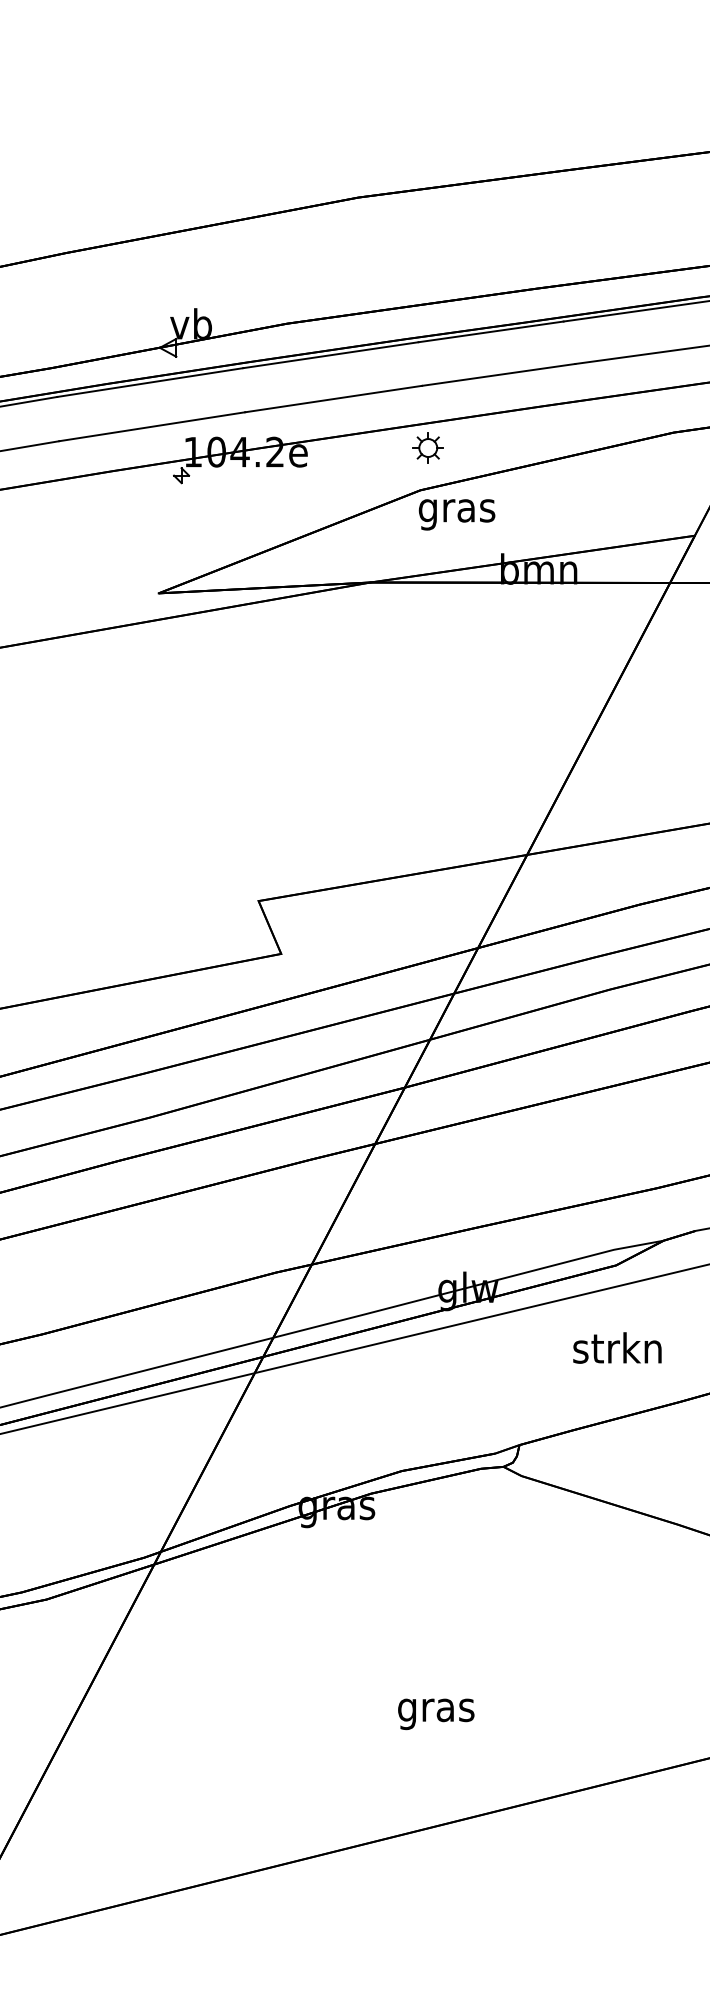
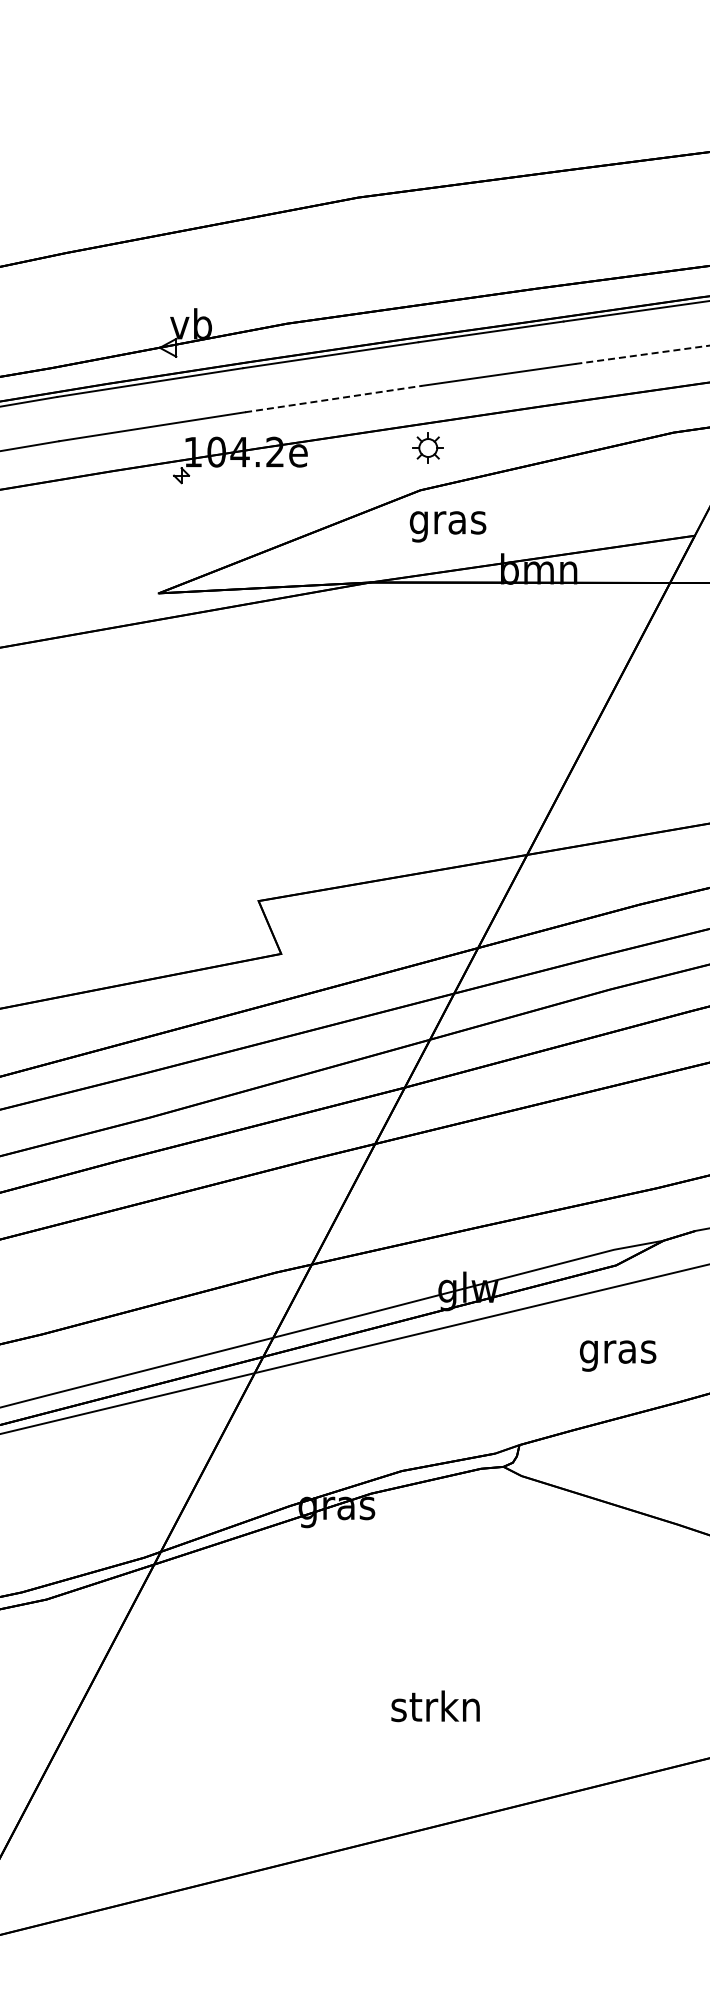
line at (642, 354): solid -> dashed
line at (334, 399): solid -> dashed
text at (456, 514) position: (456, 514) -> (447, 526)
text at (617, 1351): strkn -> gras
text at (435, 1710): gras -> strkn
